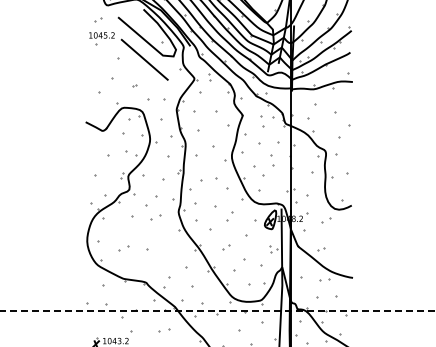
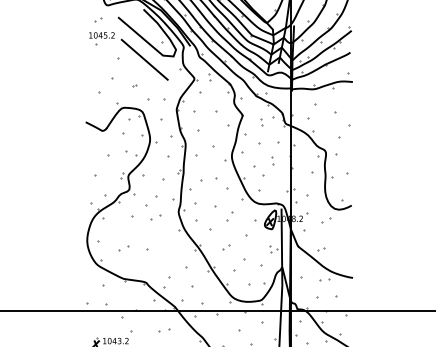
part at (262, 121) size: 5x13 px -> 4x9 px
part at (272, 160) size: 5x13 px -> 4x10 px
line at (218, 311): dashed -> solid
